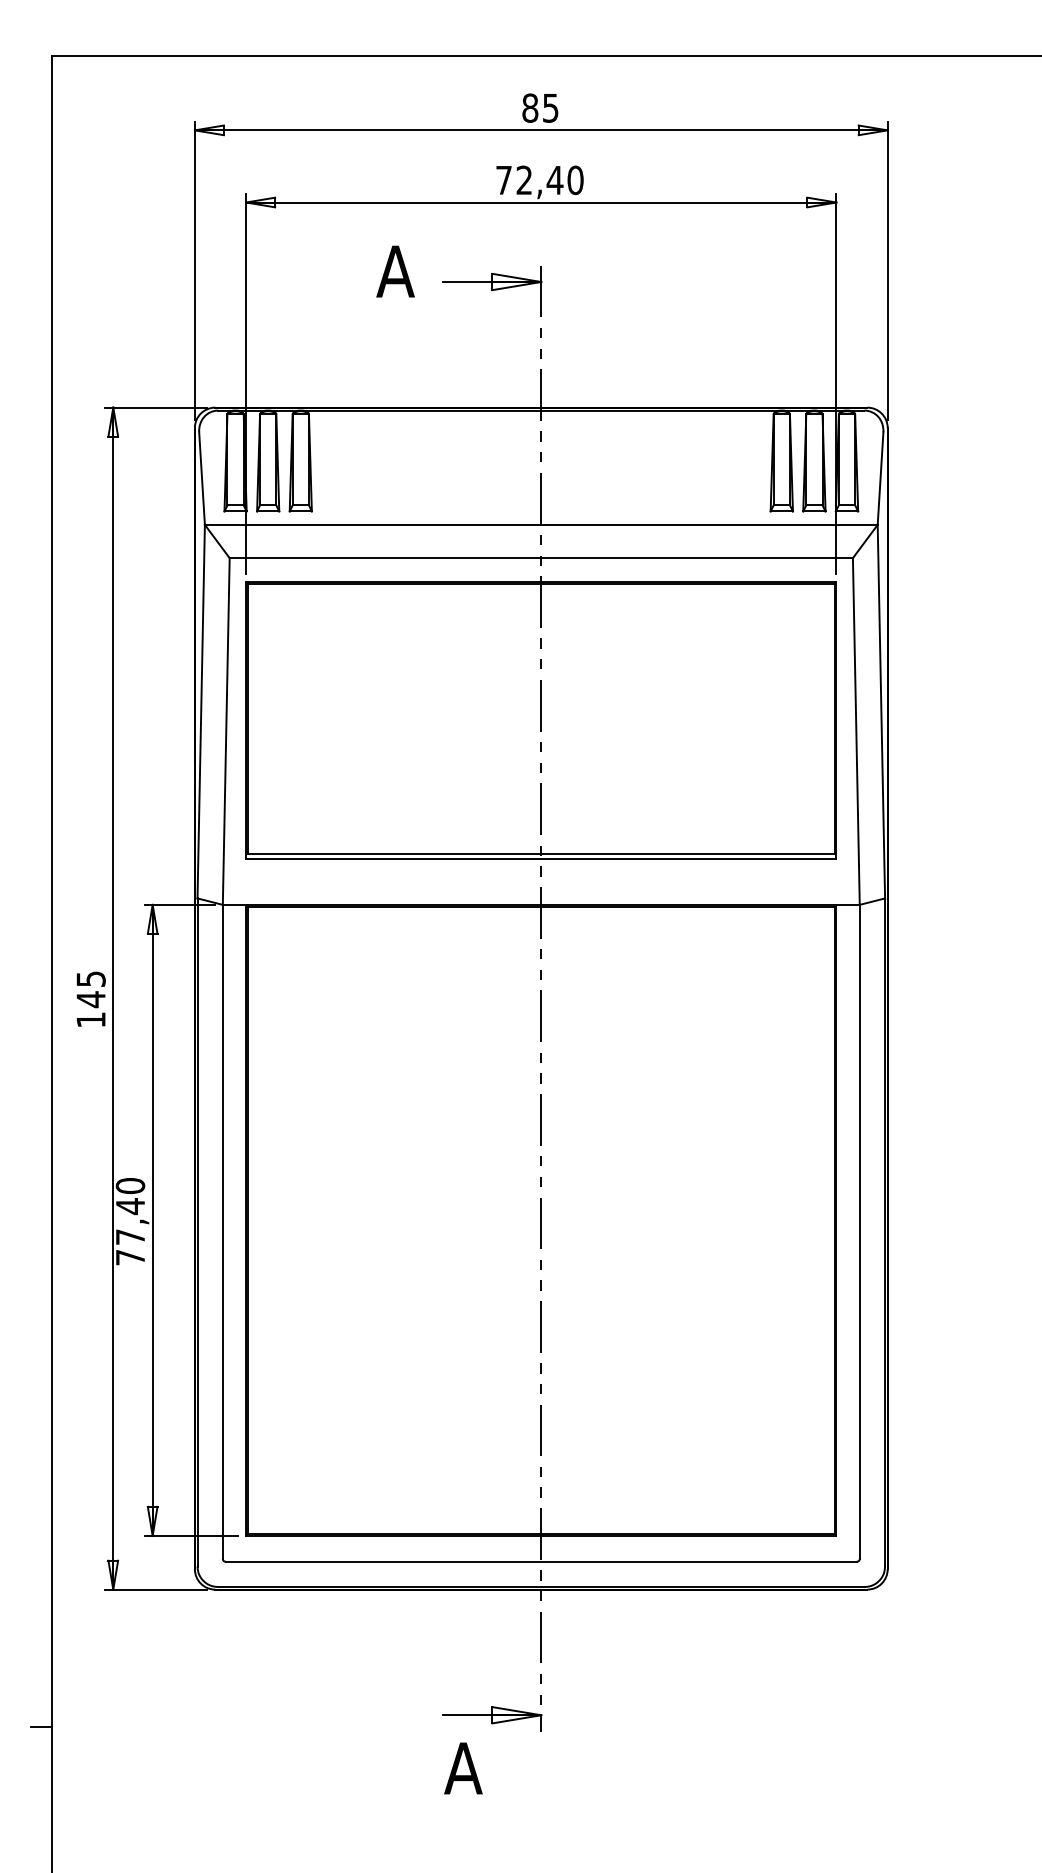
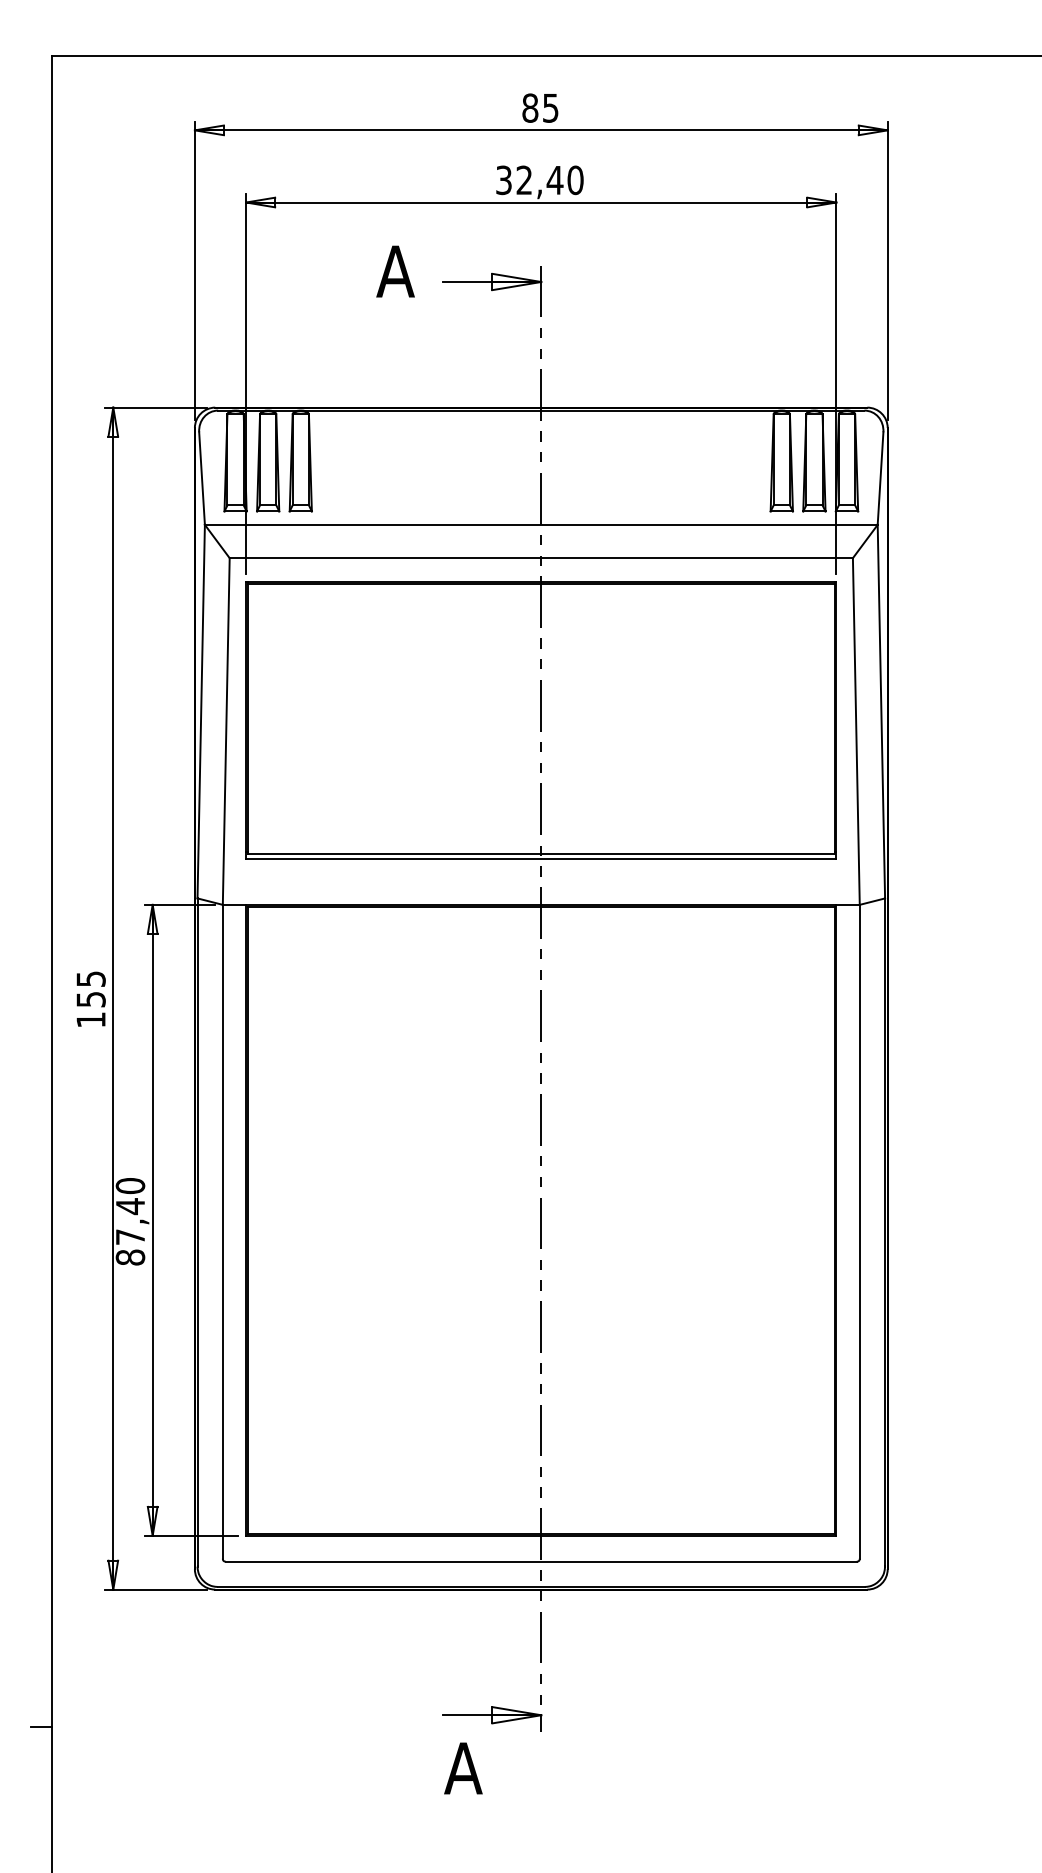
text at (503, 180): 72,40 -> 32,40
text at (90, 999): 145 -> 155
text at (130, 1257): 77,40 -> 87,40
